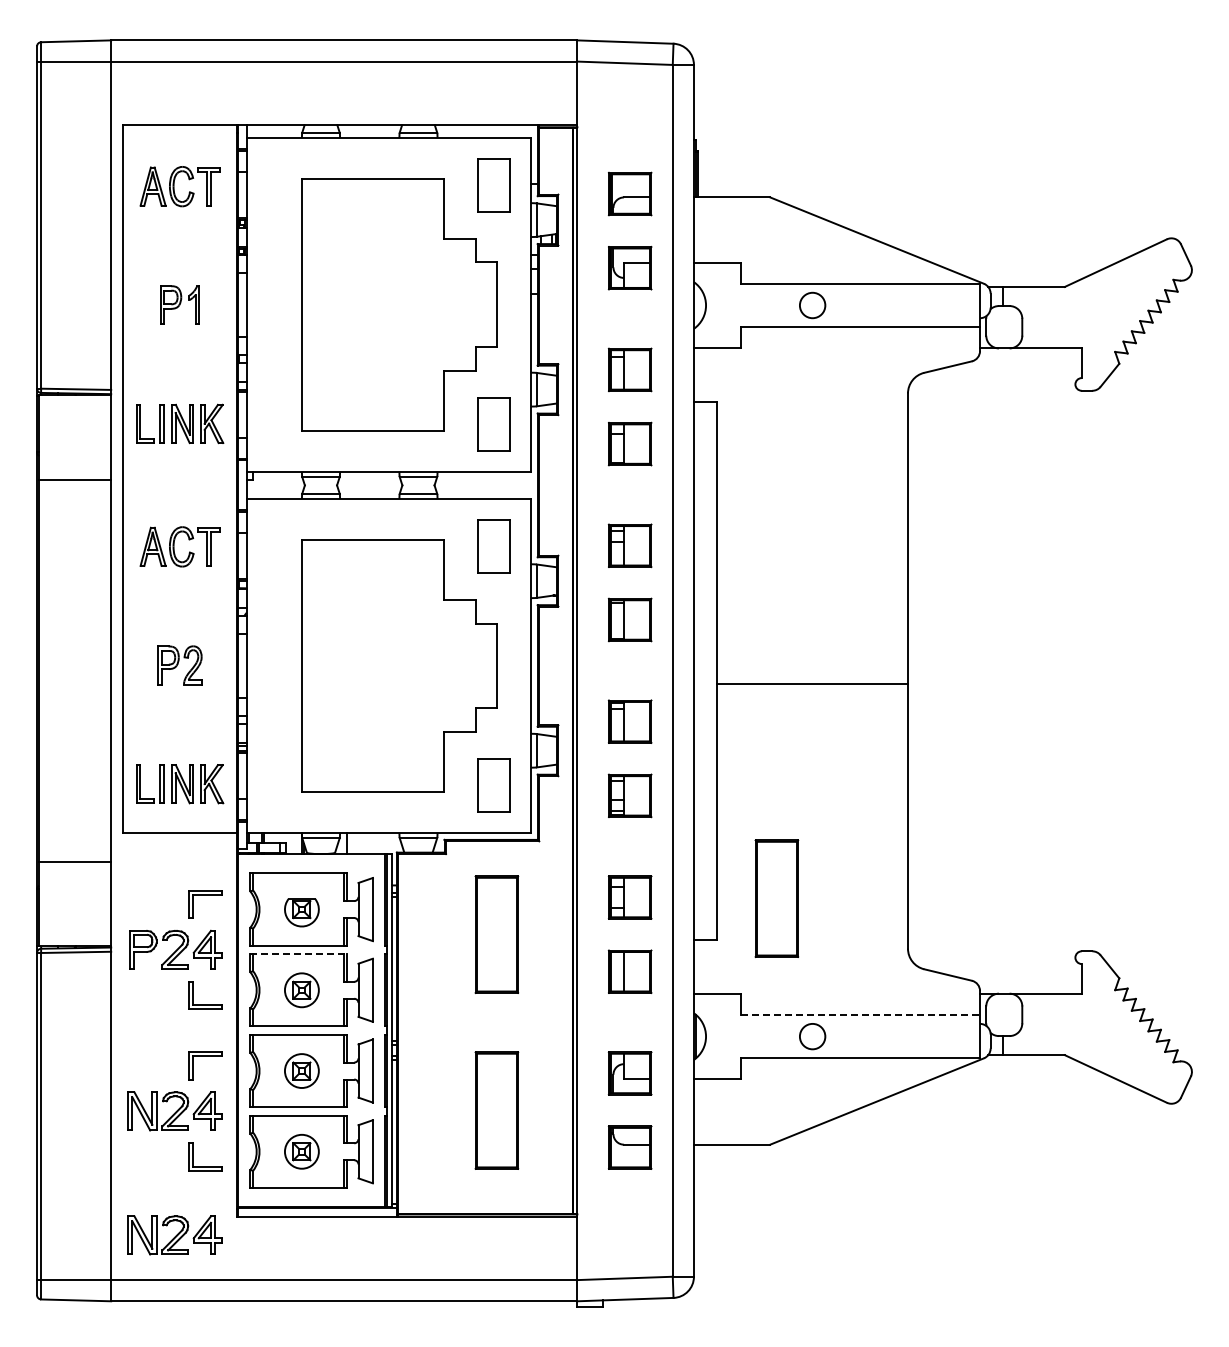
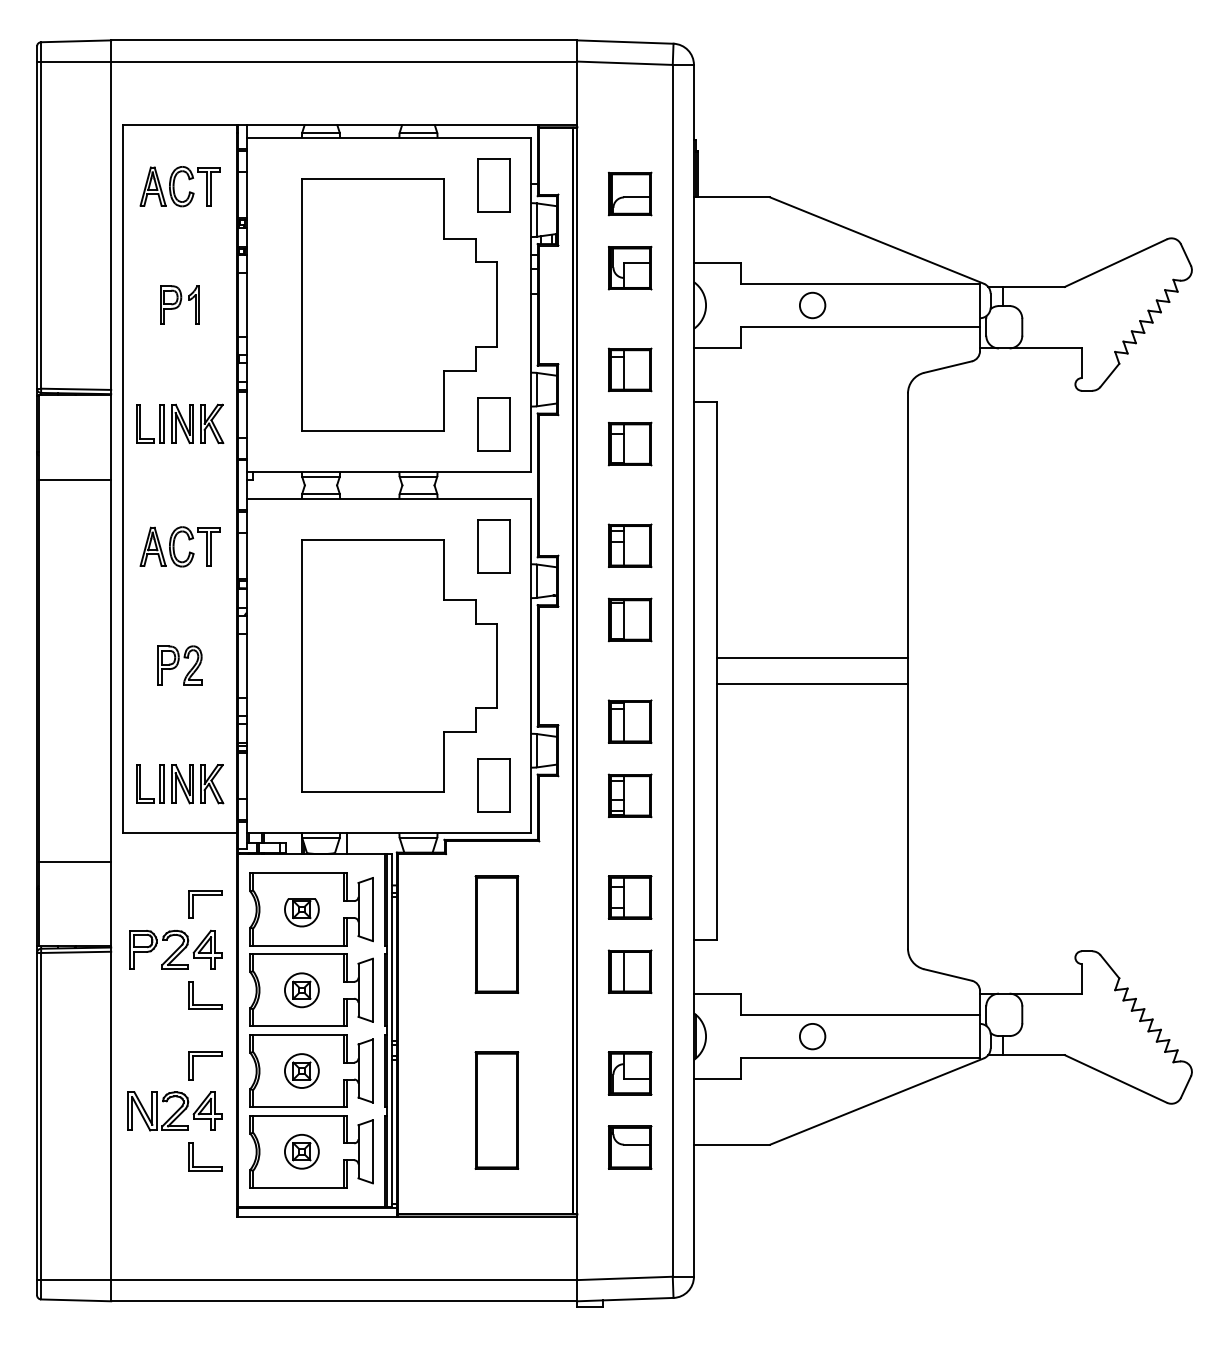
line at (812, 658): none -> present
part at (776, 898): present -> none
line at (299, 954): dashed -> solid
line at (860, 1015): dashed -> solid
part at (174, 1235): present -> none
